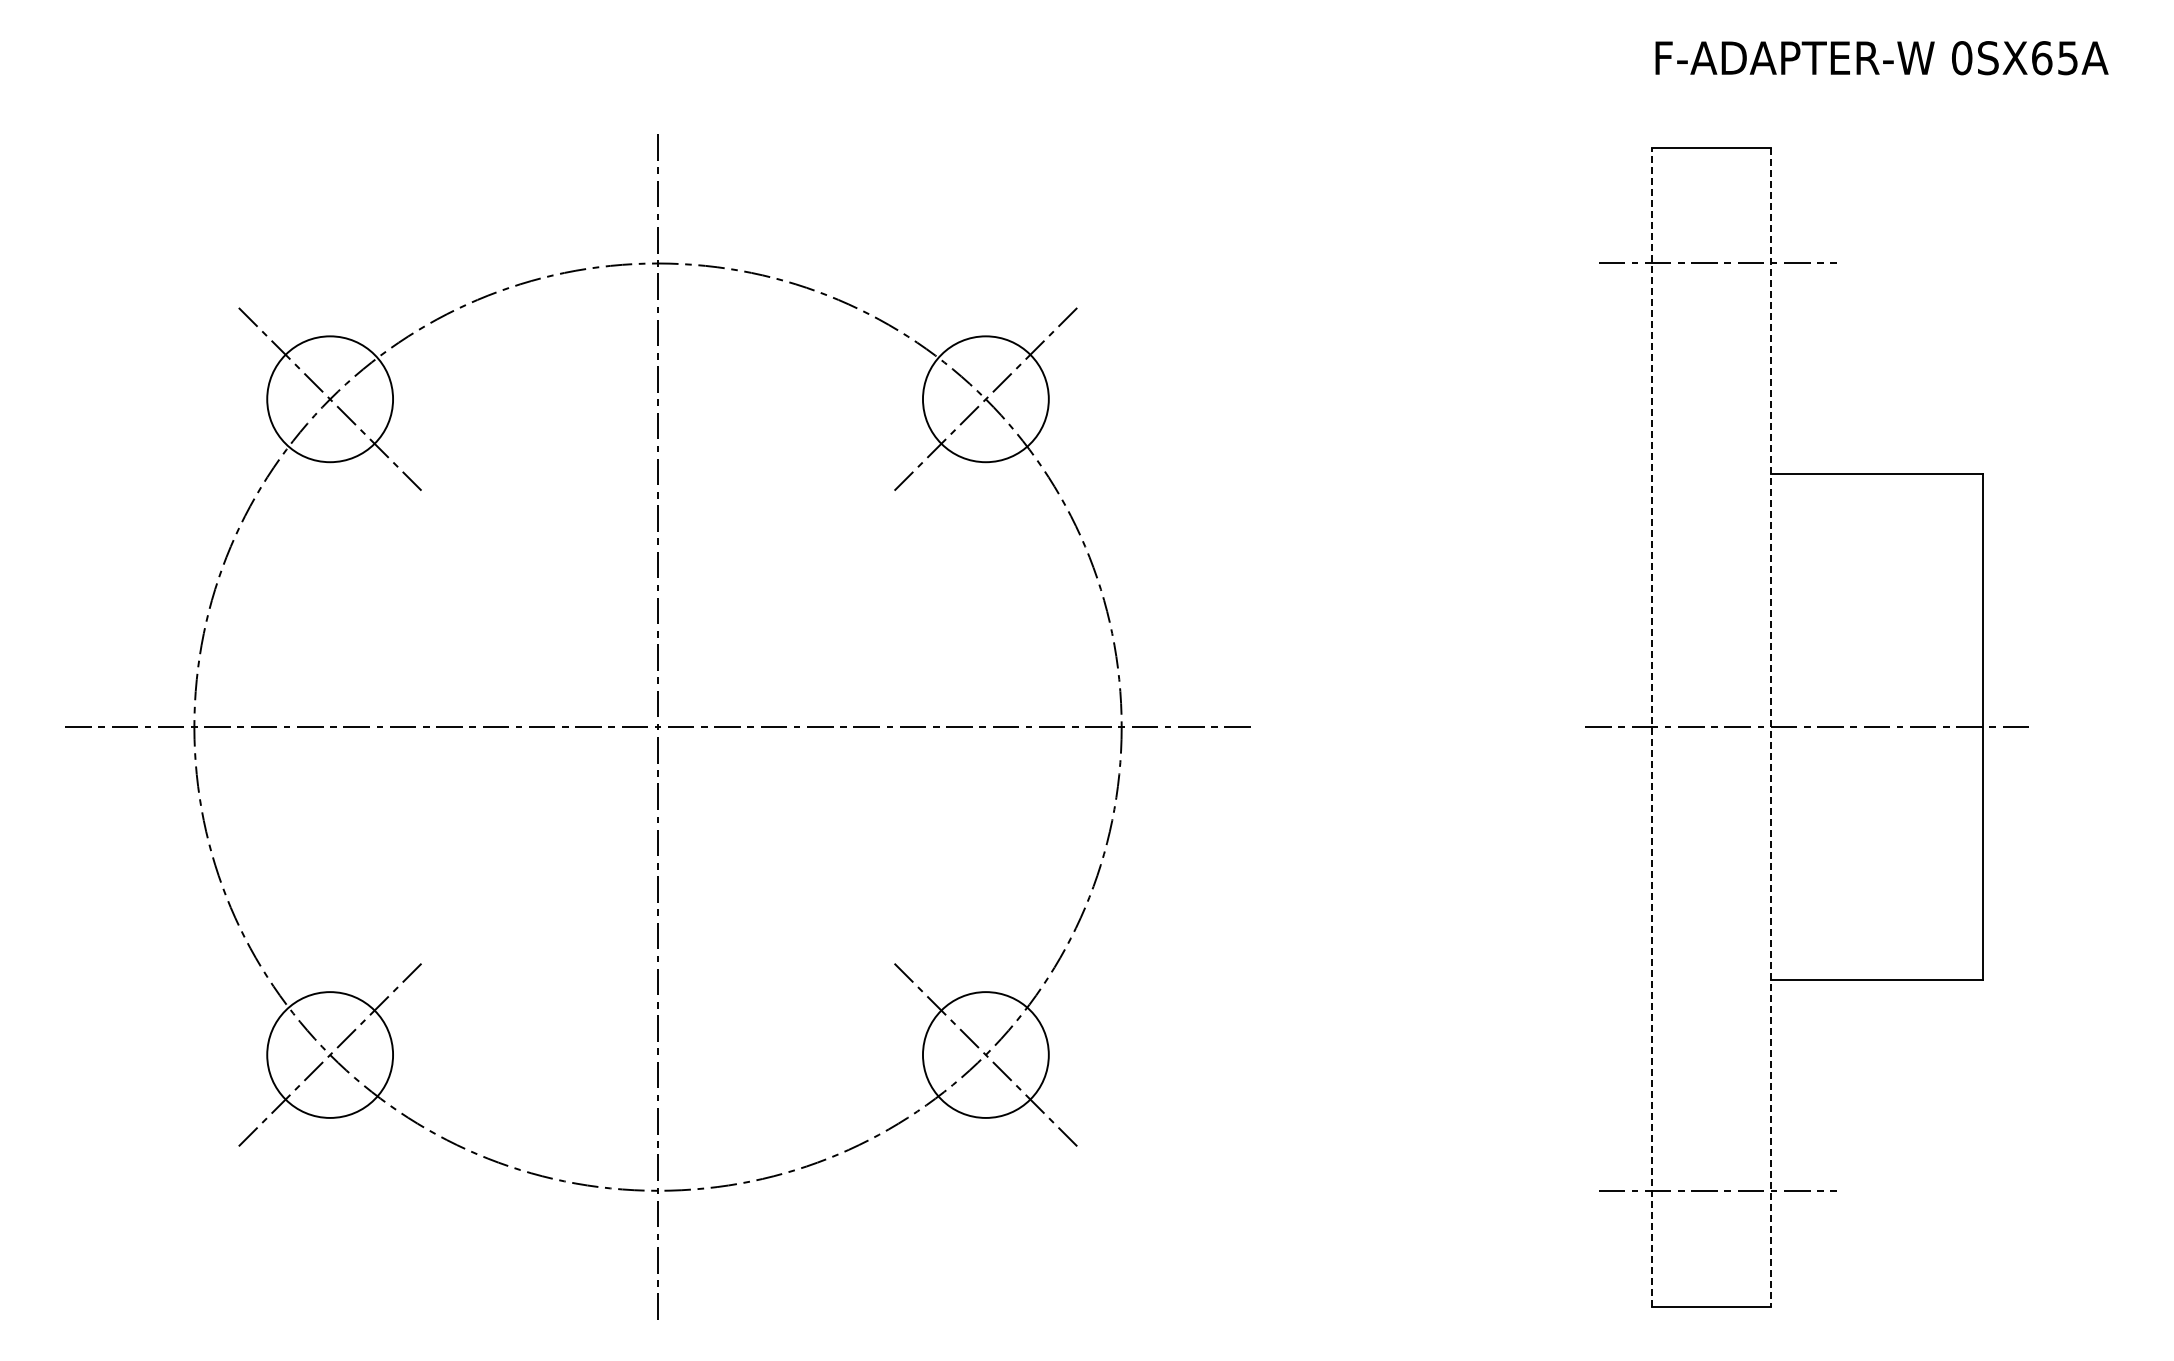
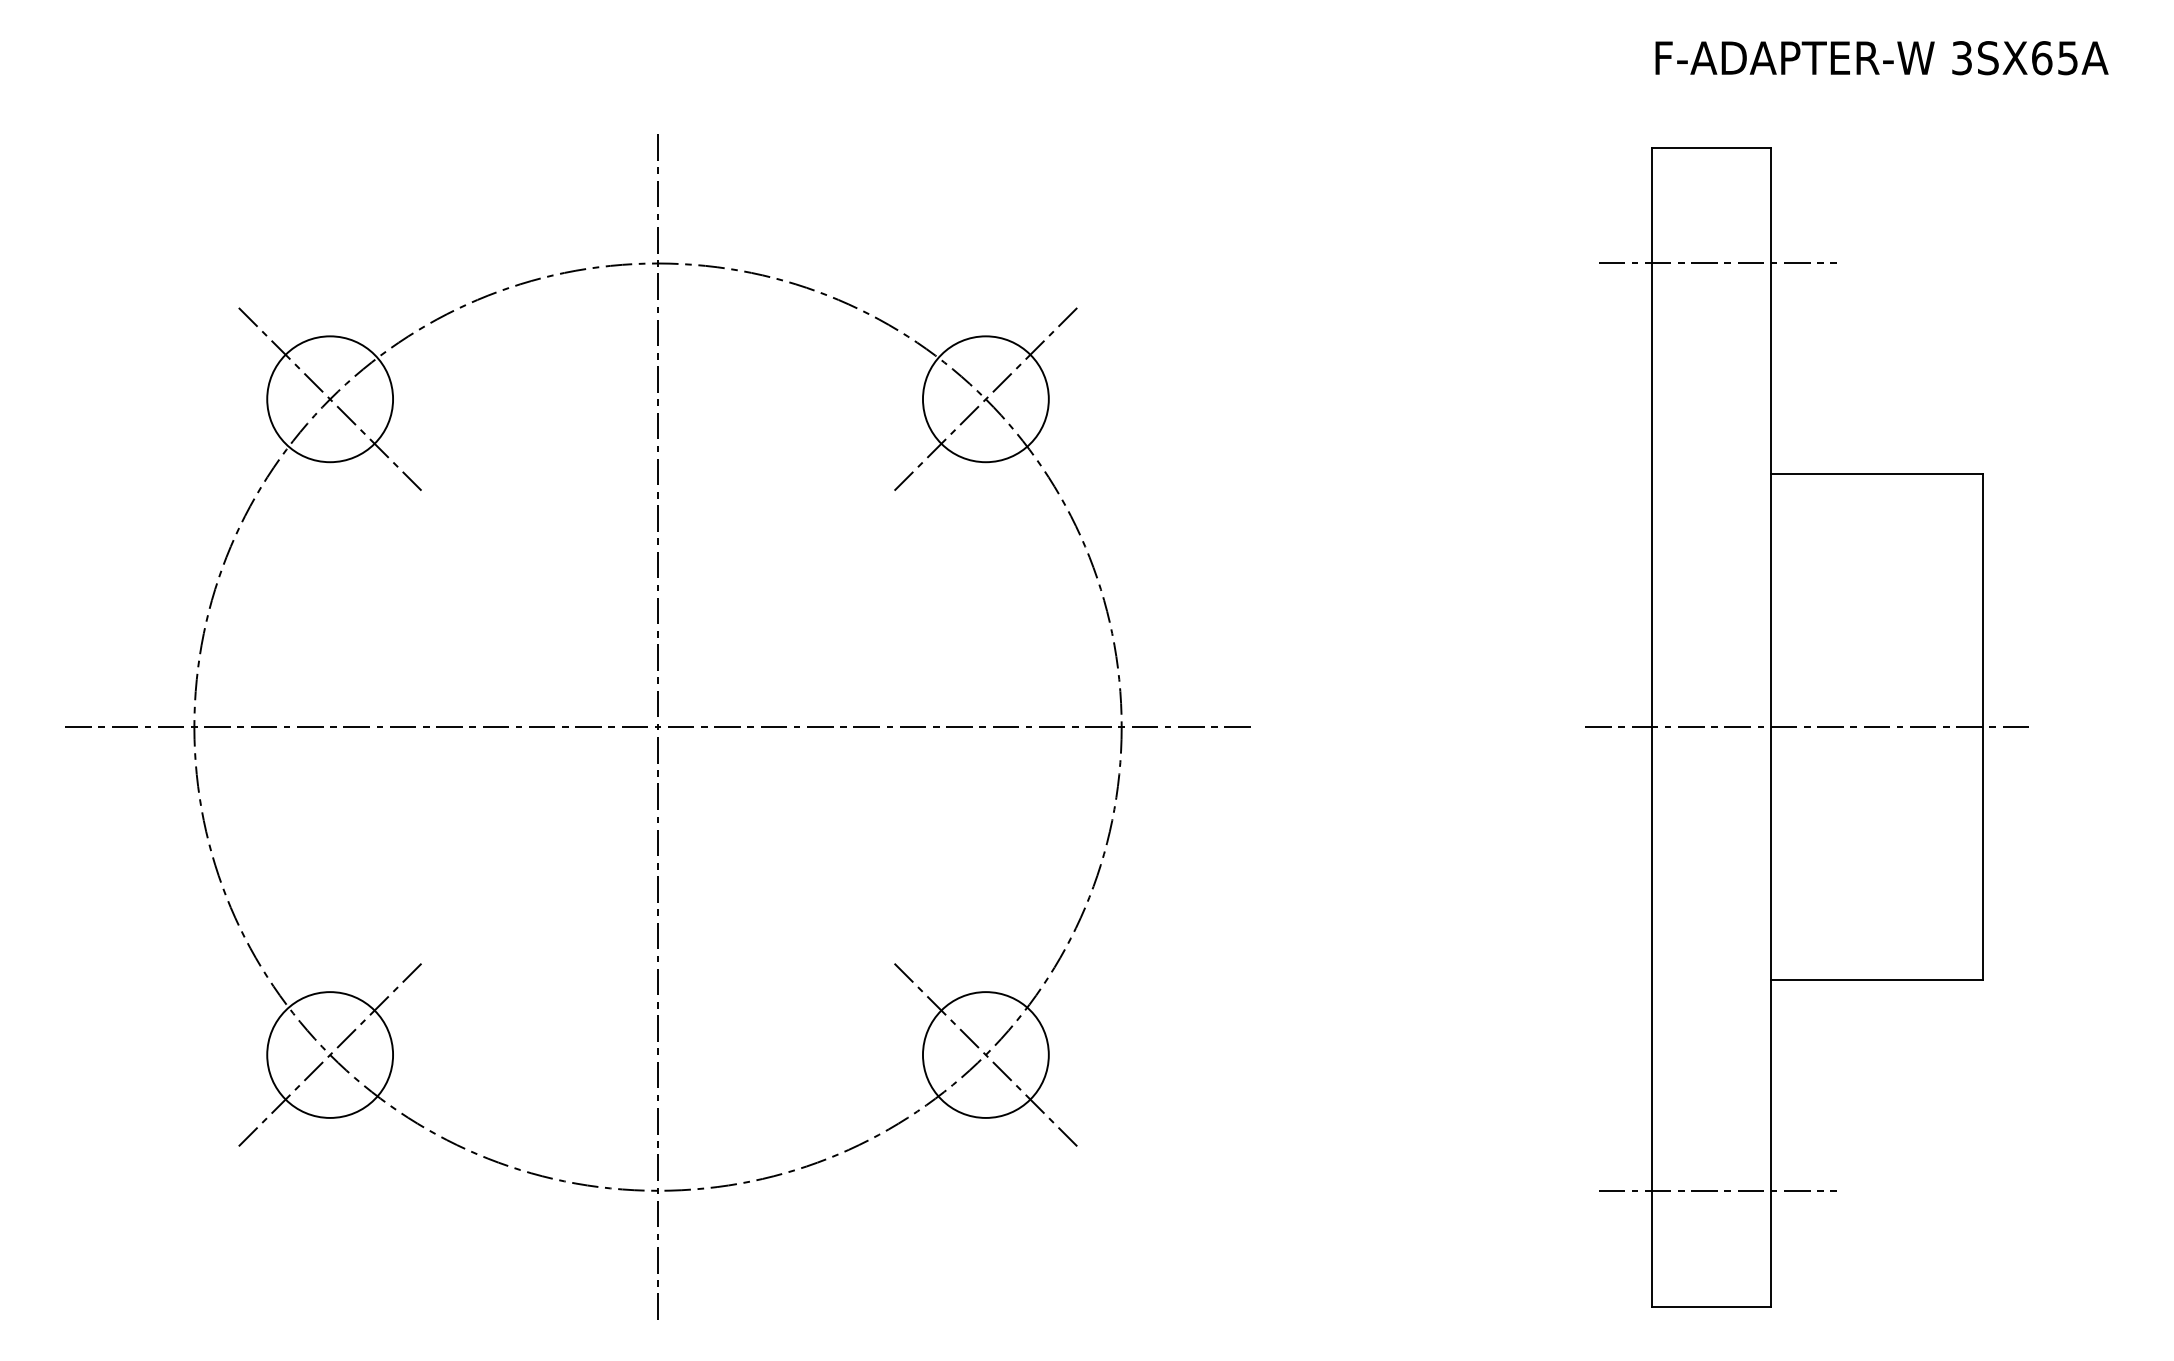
text at (1962, 58): 0SX65A -> 3SX65A
line at (1651, 727): dashed -> solid
line at (1770, 727): dashed -> solid
